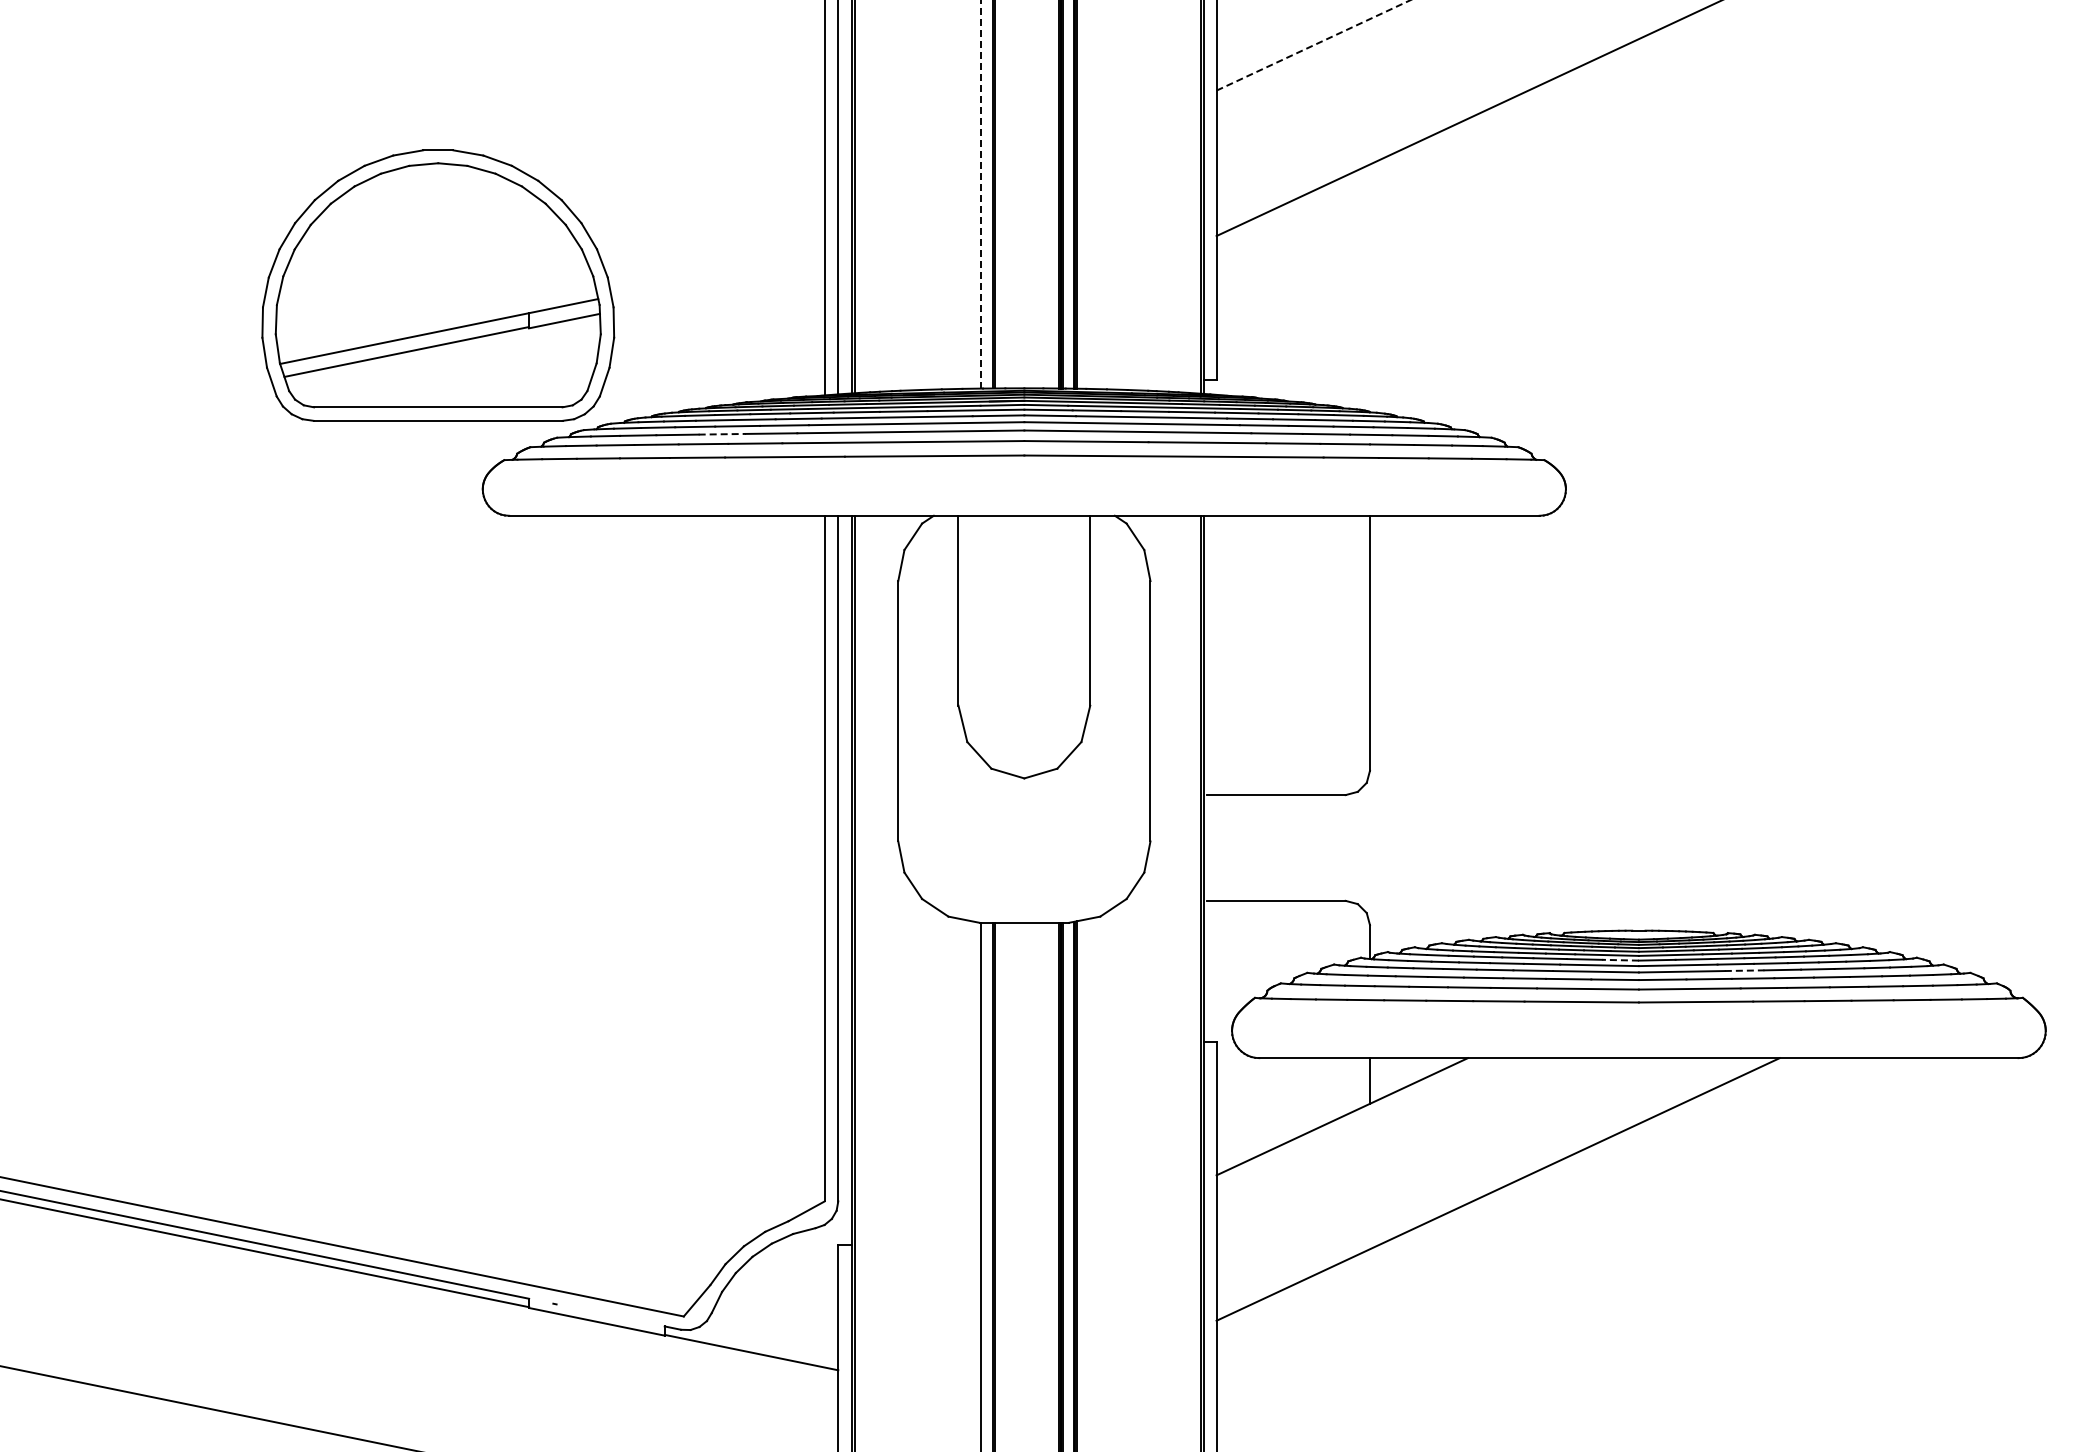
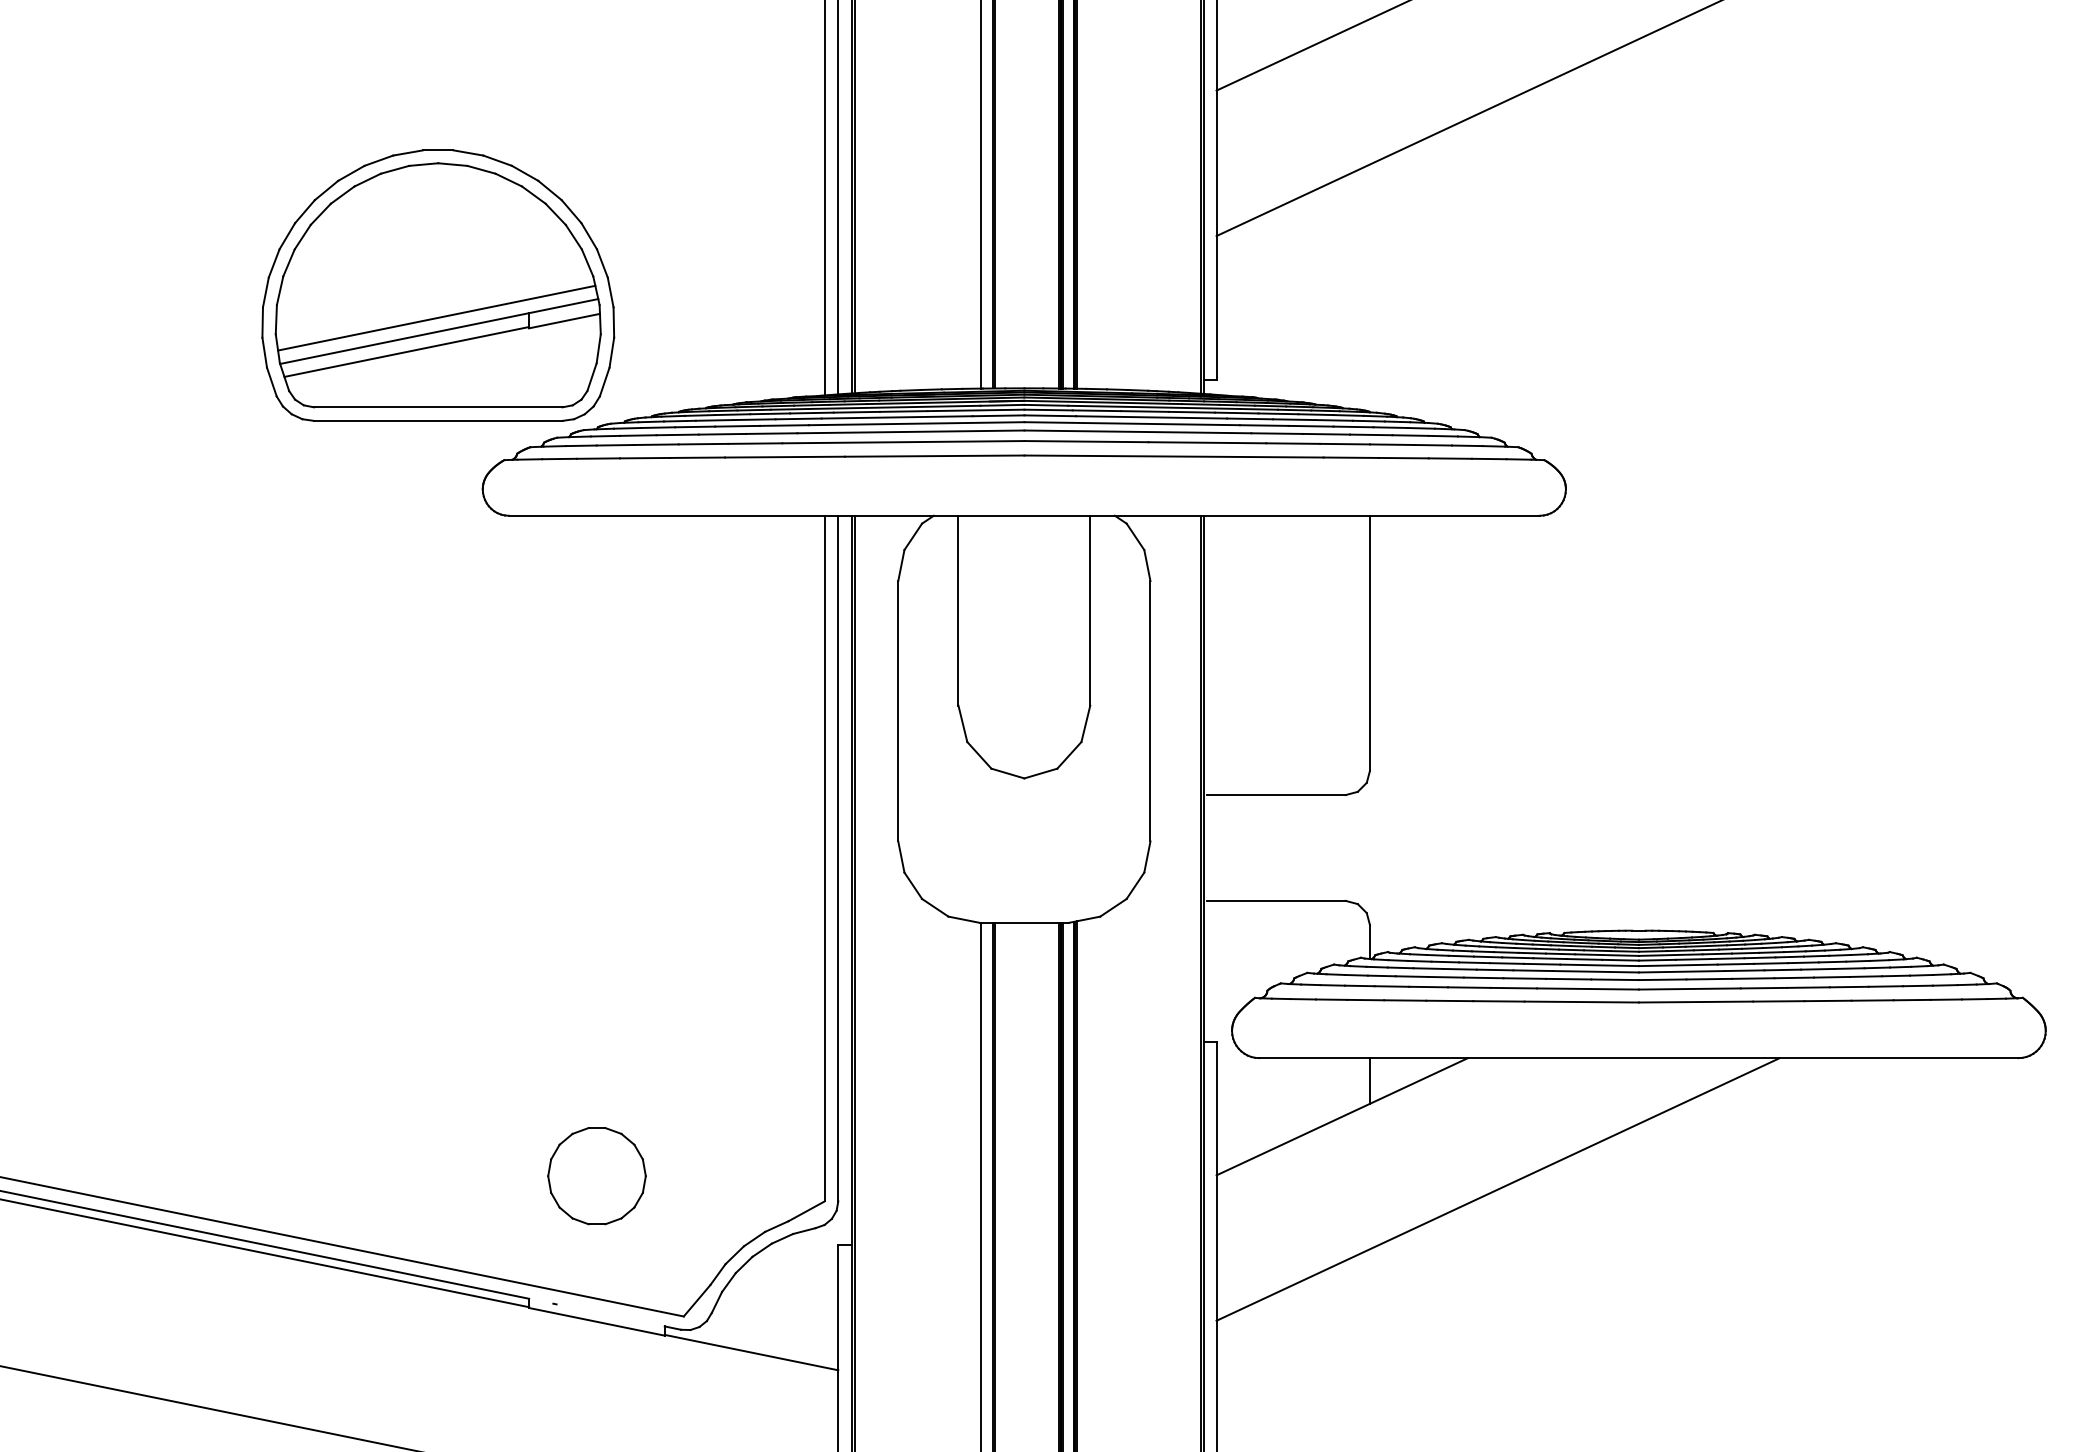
line at (1313, 45): dashed -> solid
line at (981, 194): dashed -> solid
line at (436, 317): none -> present
line at (722, 434): dashed -> solid
line at (1620, 960): dashed -> solid
line at (1744, 970): dashed -> solid
part at (596, 1176): none -> present
